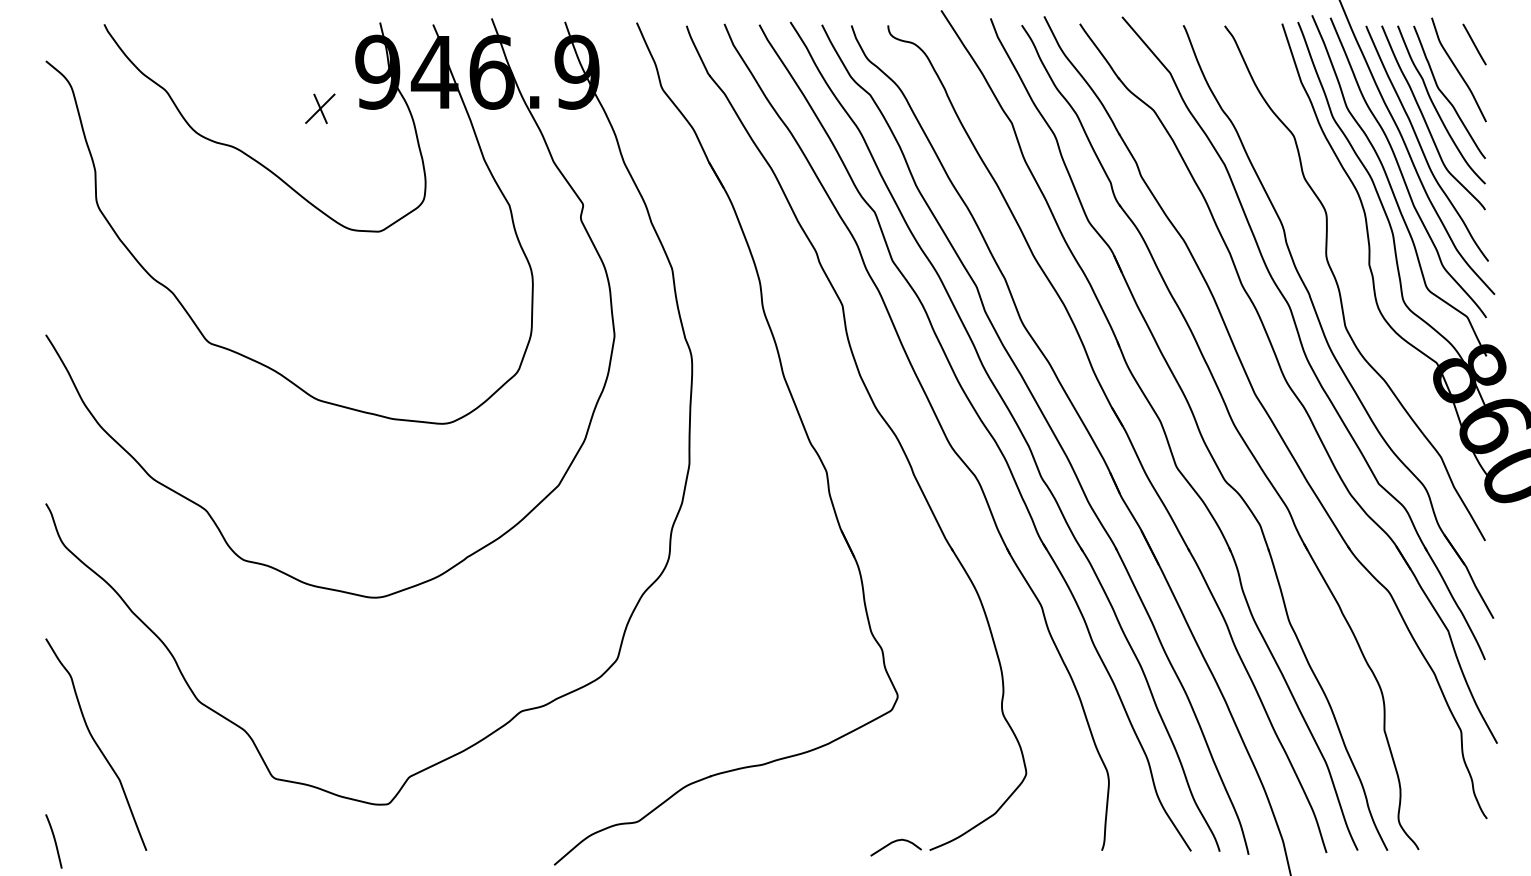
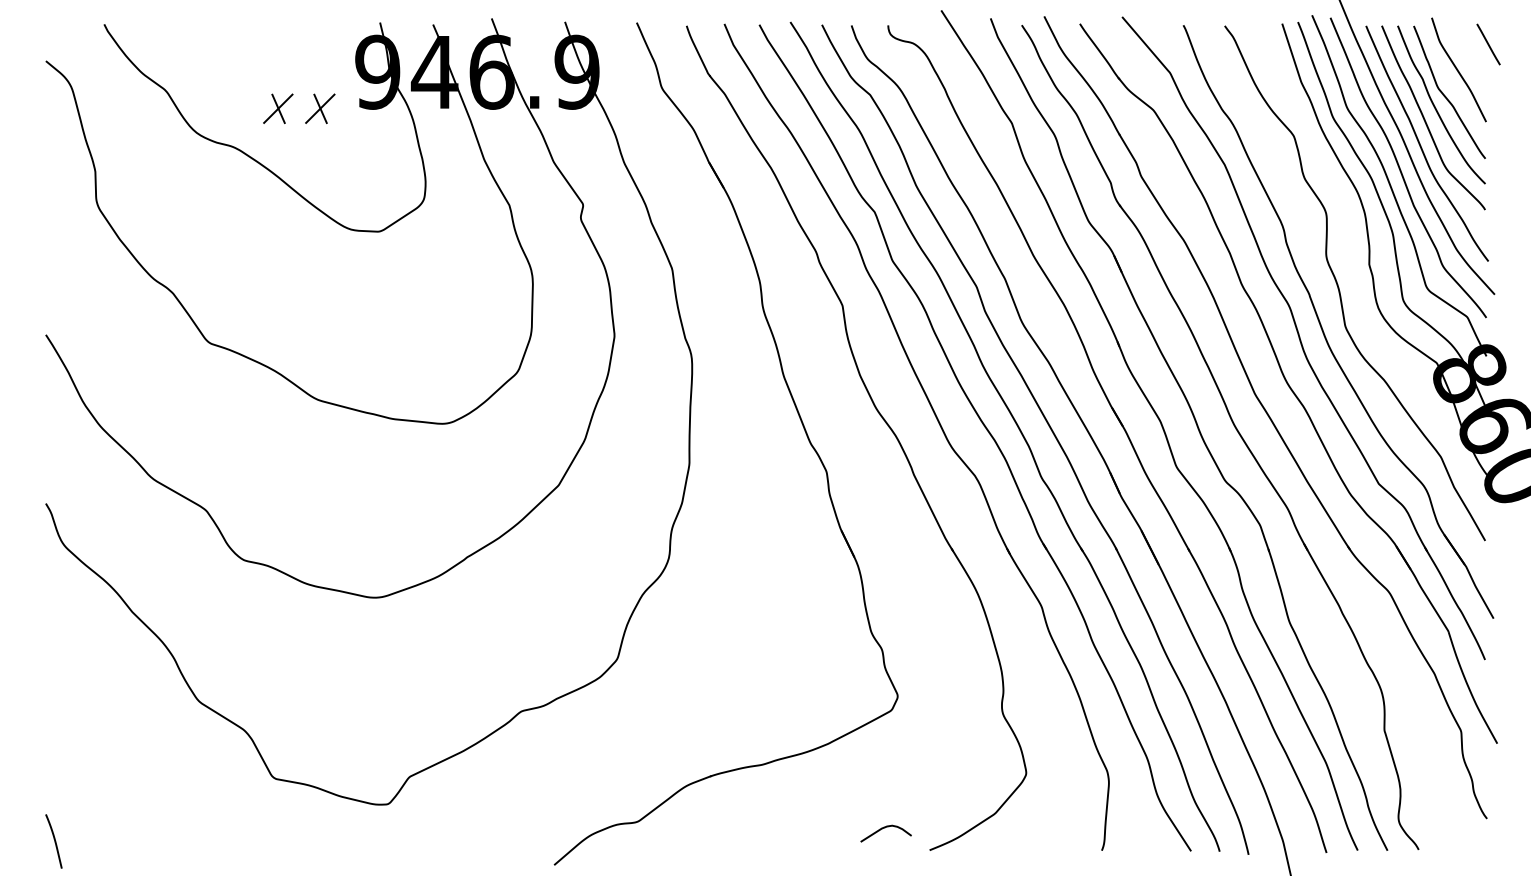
line at (1474, 44) position: (1474, 44) -> (1488, 44)
part at (278, 108): none -> present
curve at (96, 744): present -> none
curve at (895, 842) position: (895, 842) -> (885, 828)
